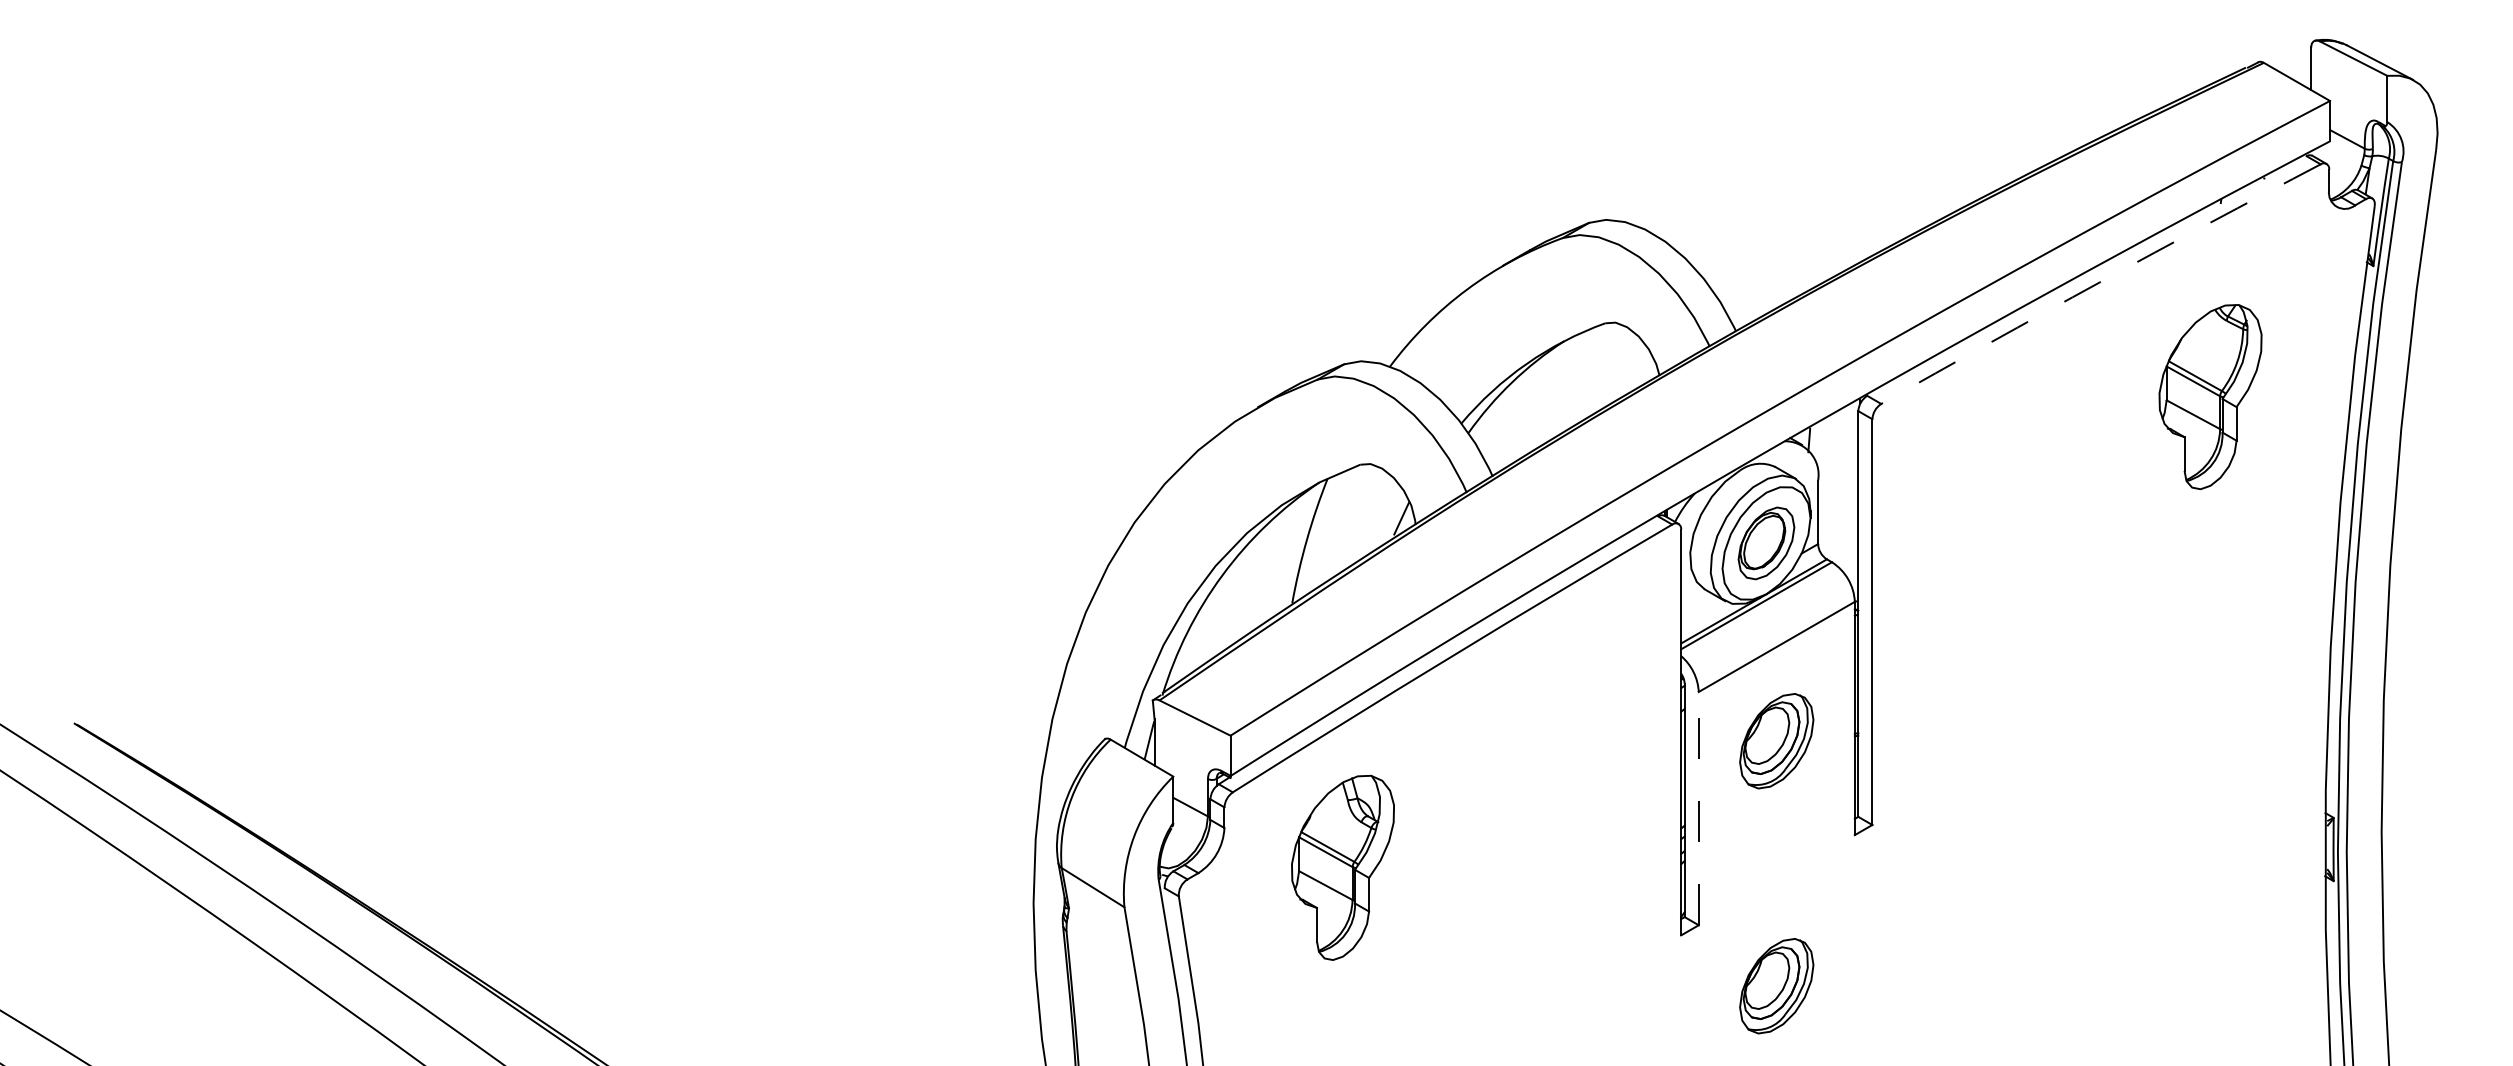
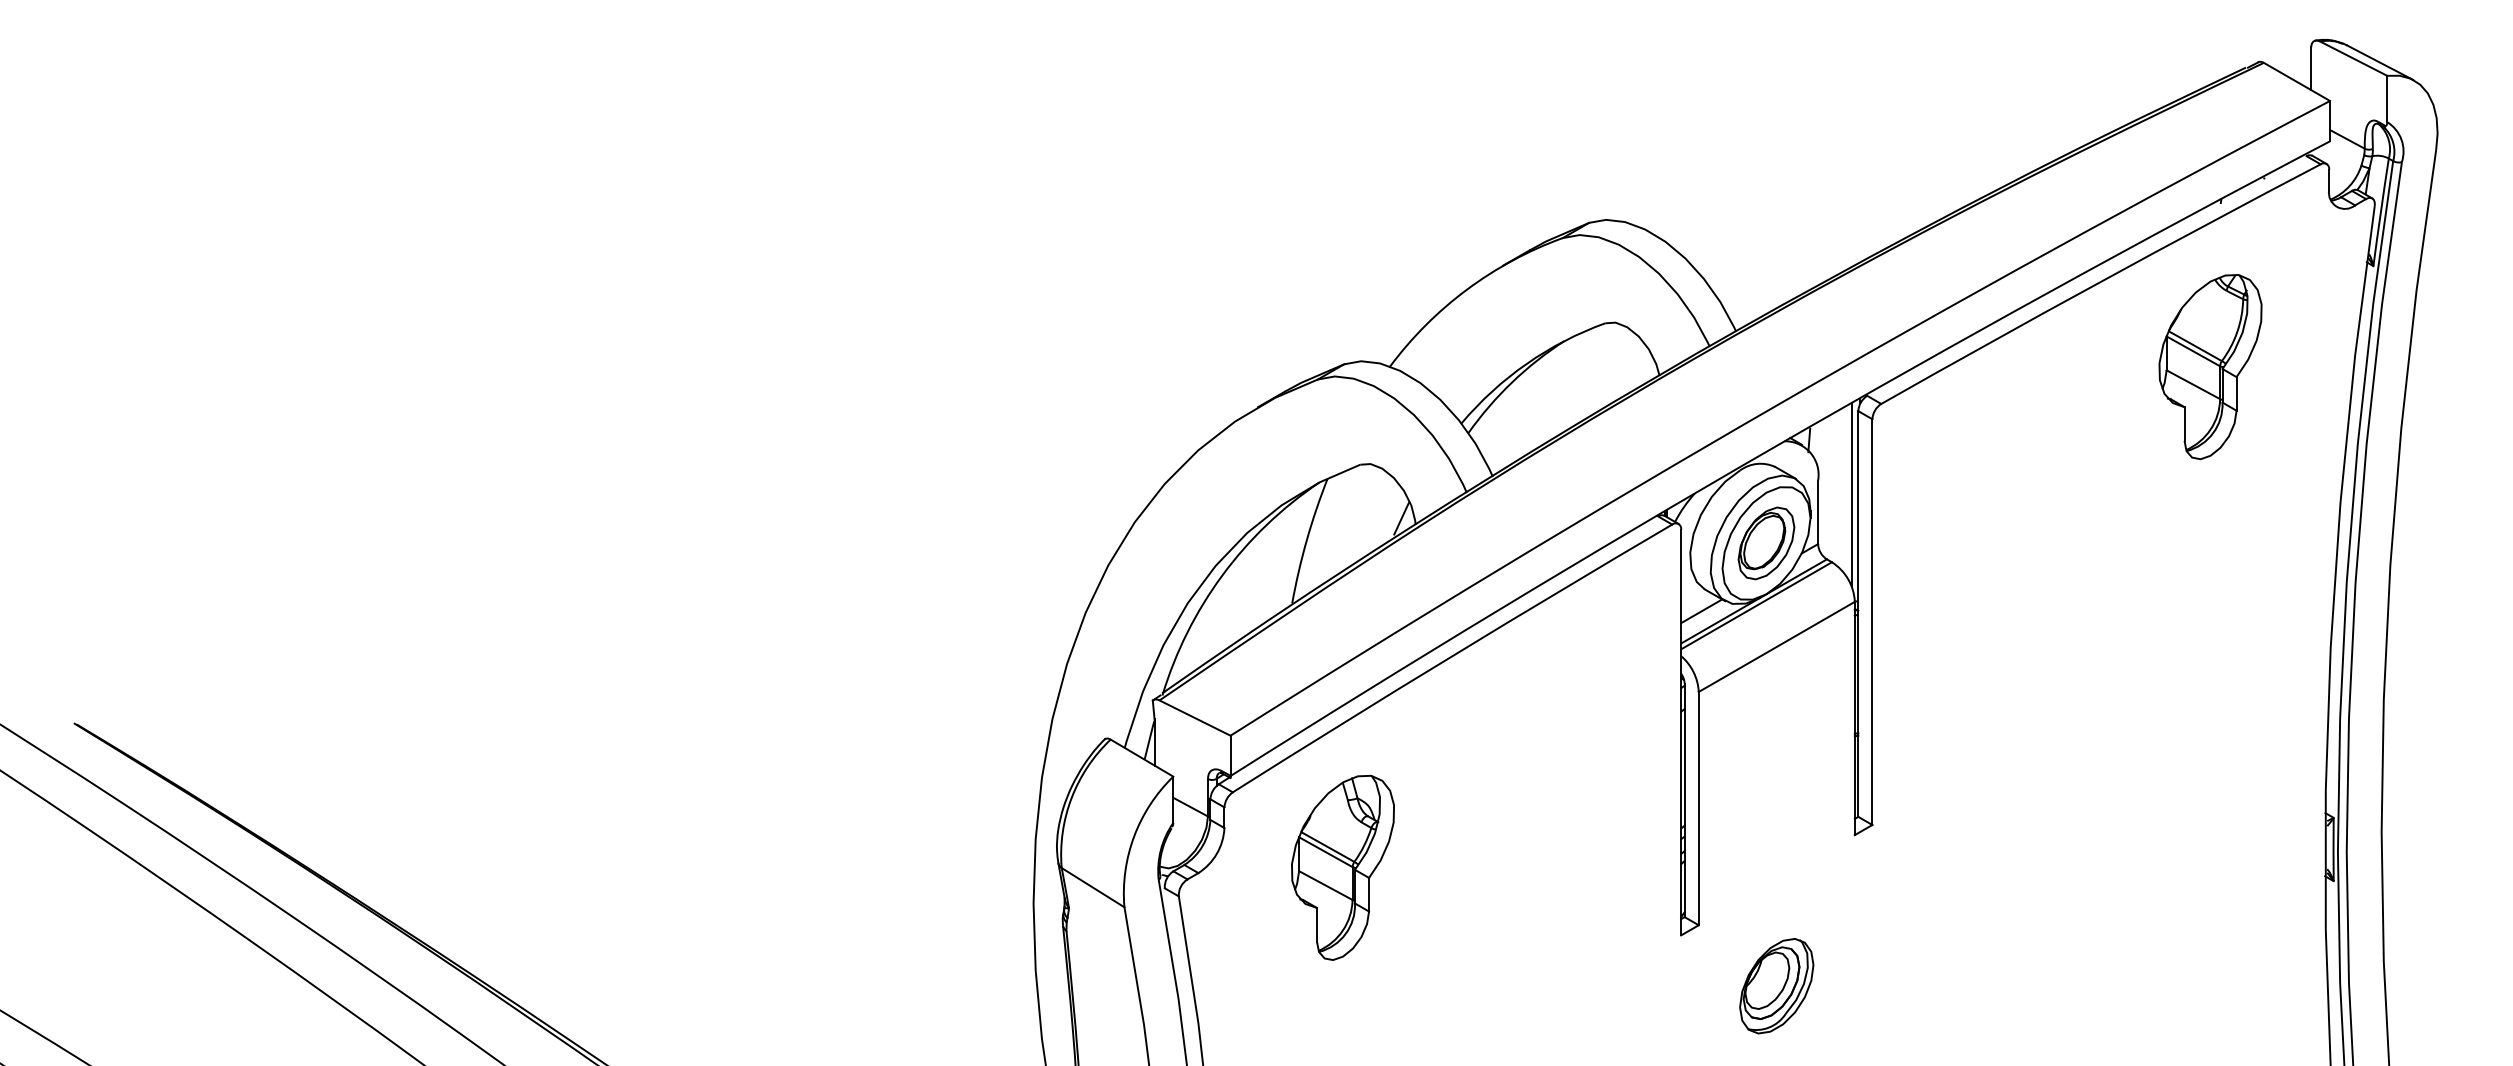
arc at (2100, 282): dashed -> solid
part at (2210, 397) position: (2210, 397) -> (2210, 367)
line at (1851, 494): none -> present
line at (1701, 611): none -> present
part at (1776, 741): present -> none
line at (1698, 808): dashed -> solid
